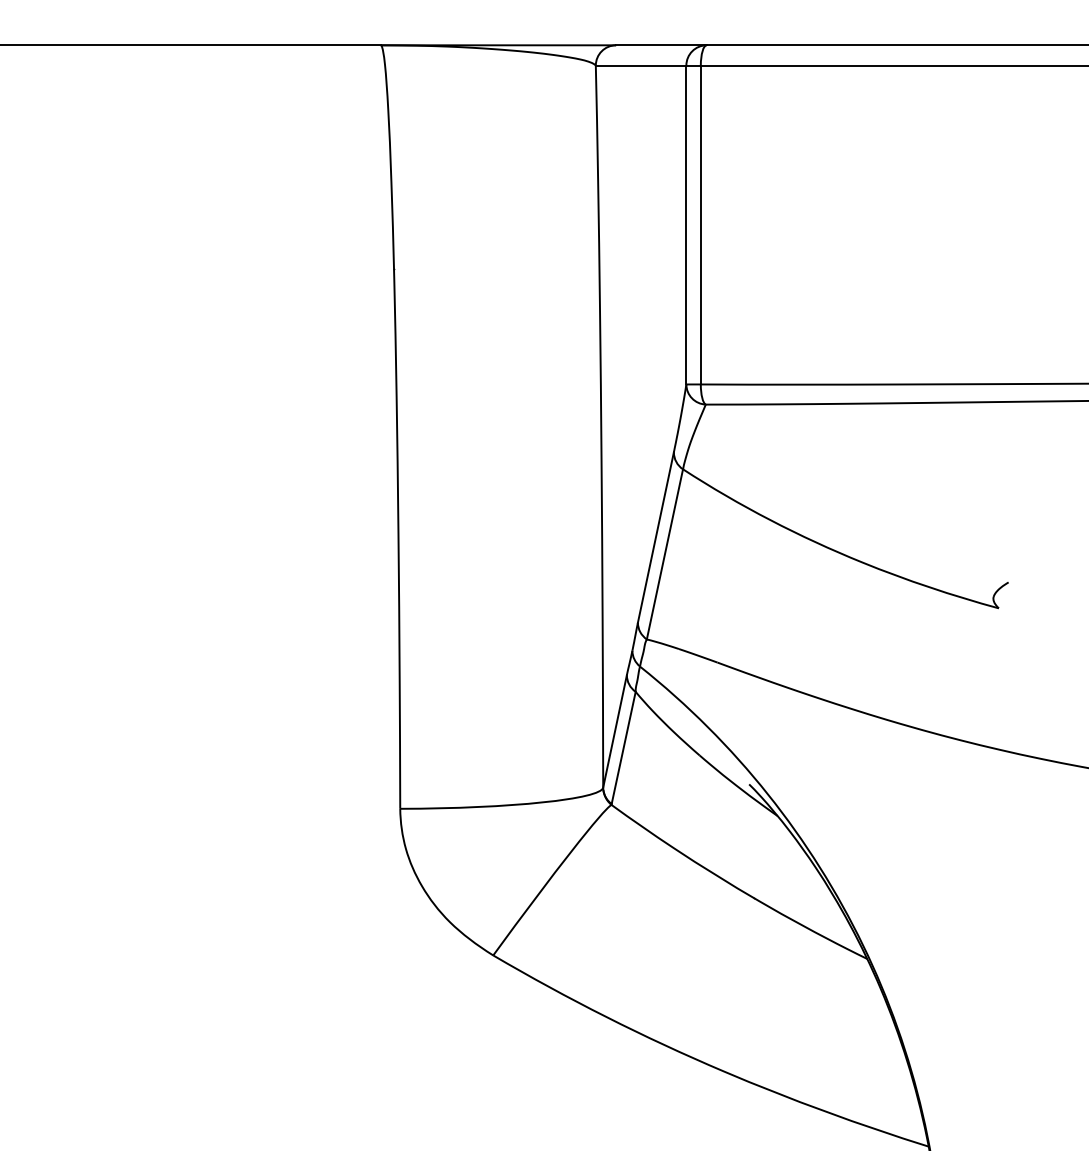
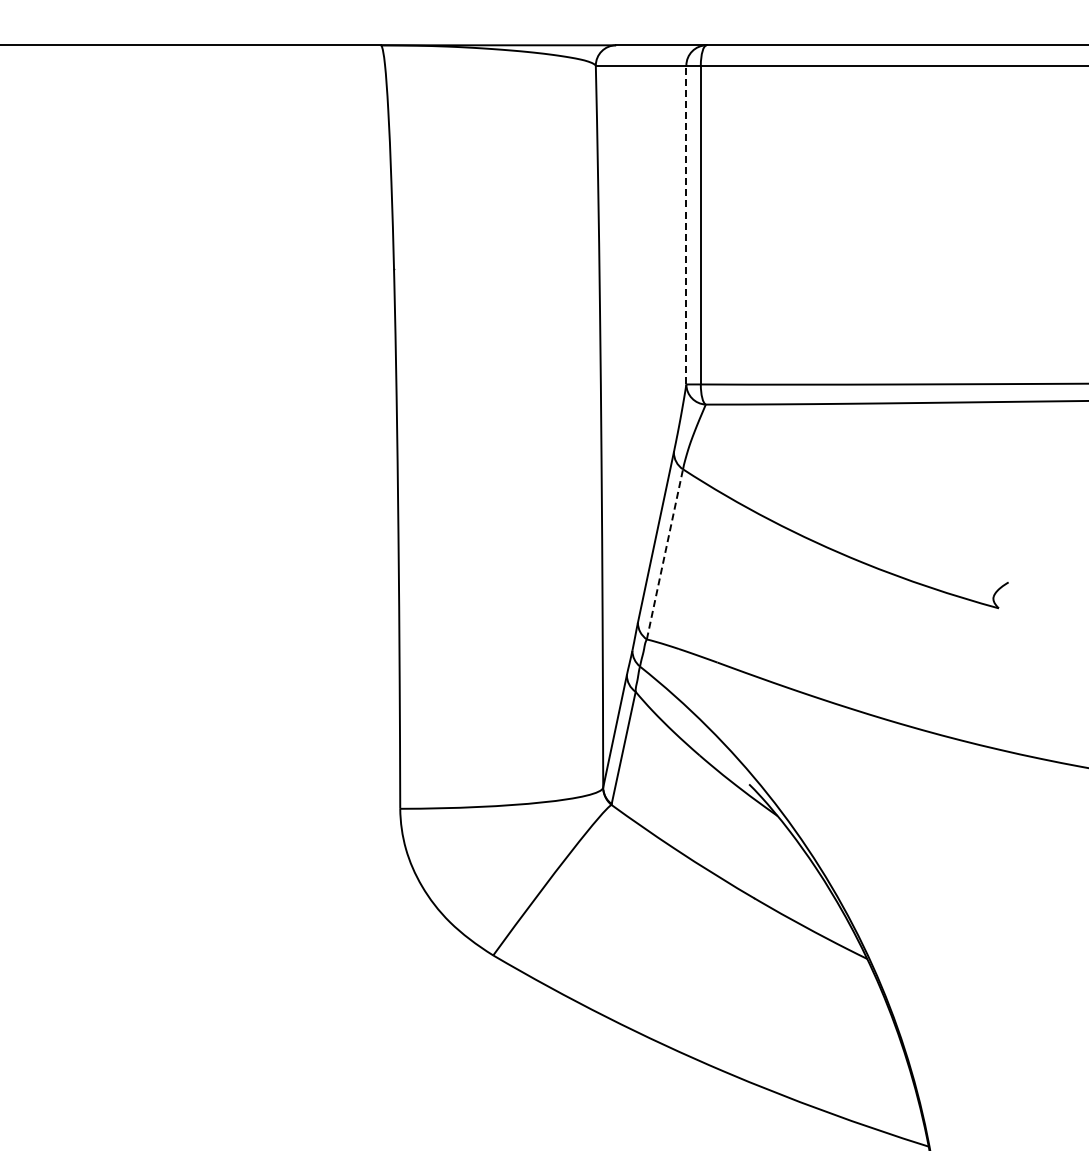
line at (686, 224): solid -> dashed
line at (664, 554): solid -> dashed
